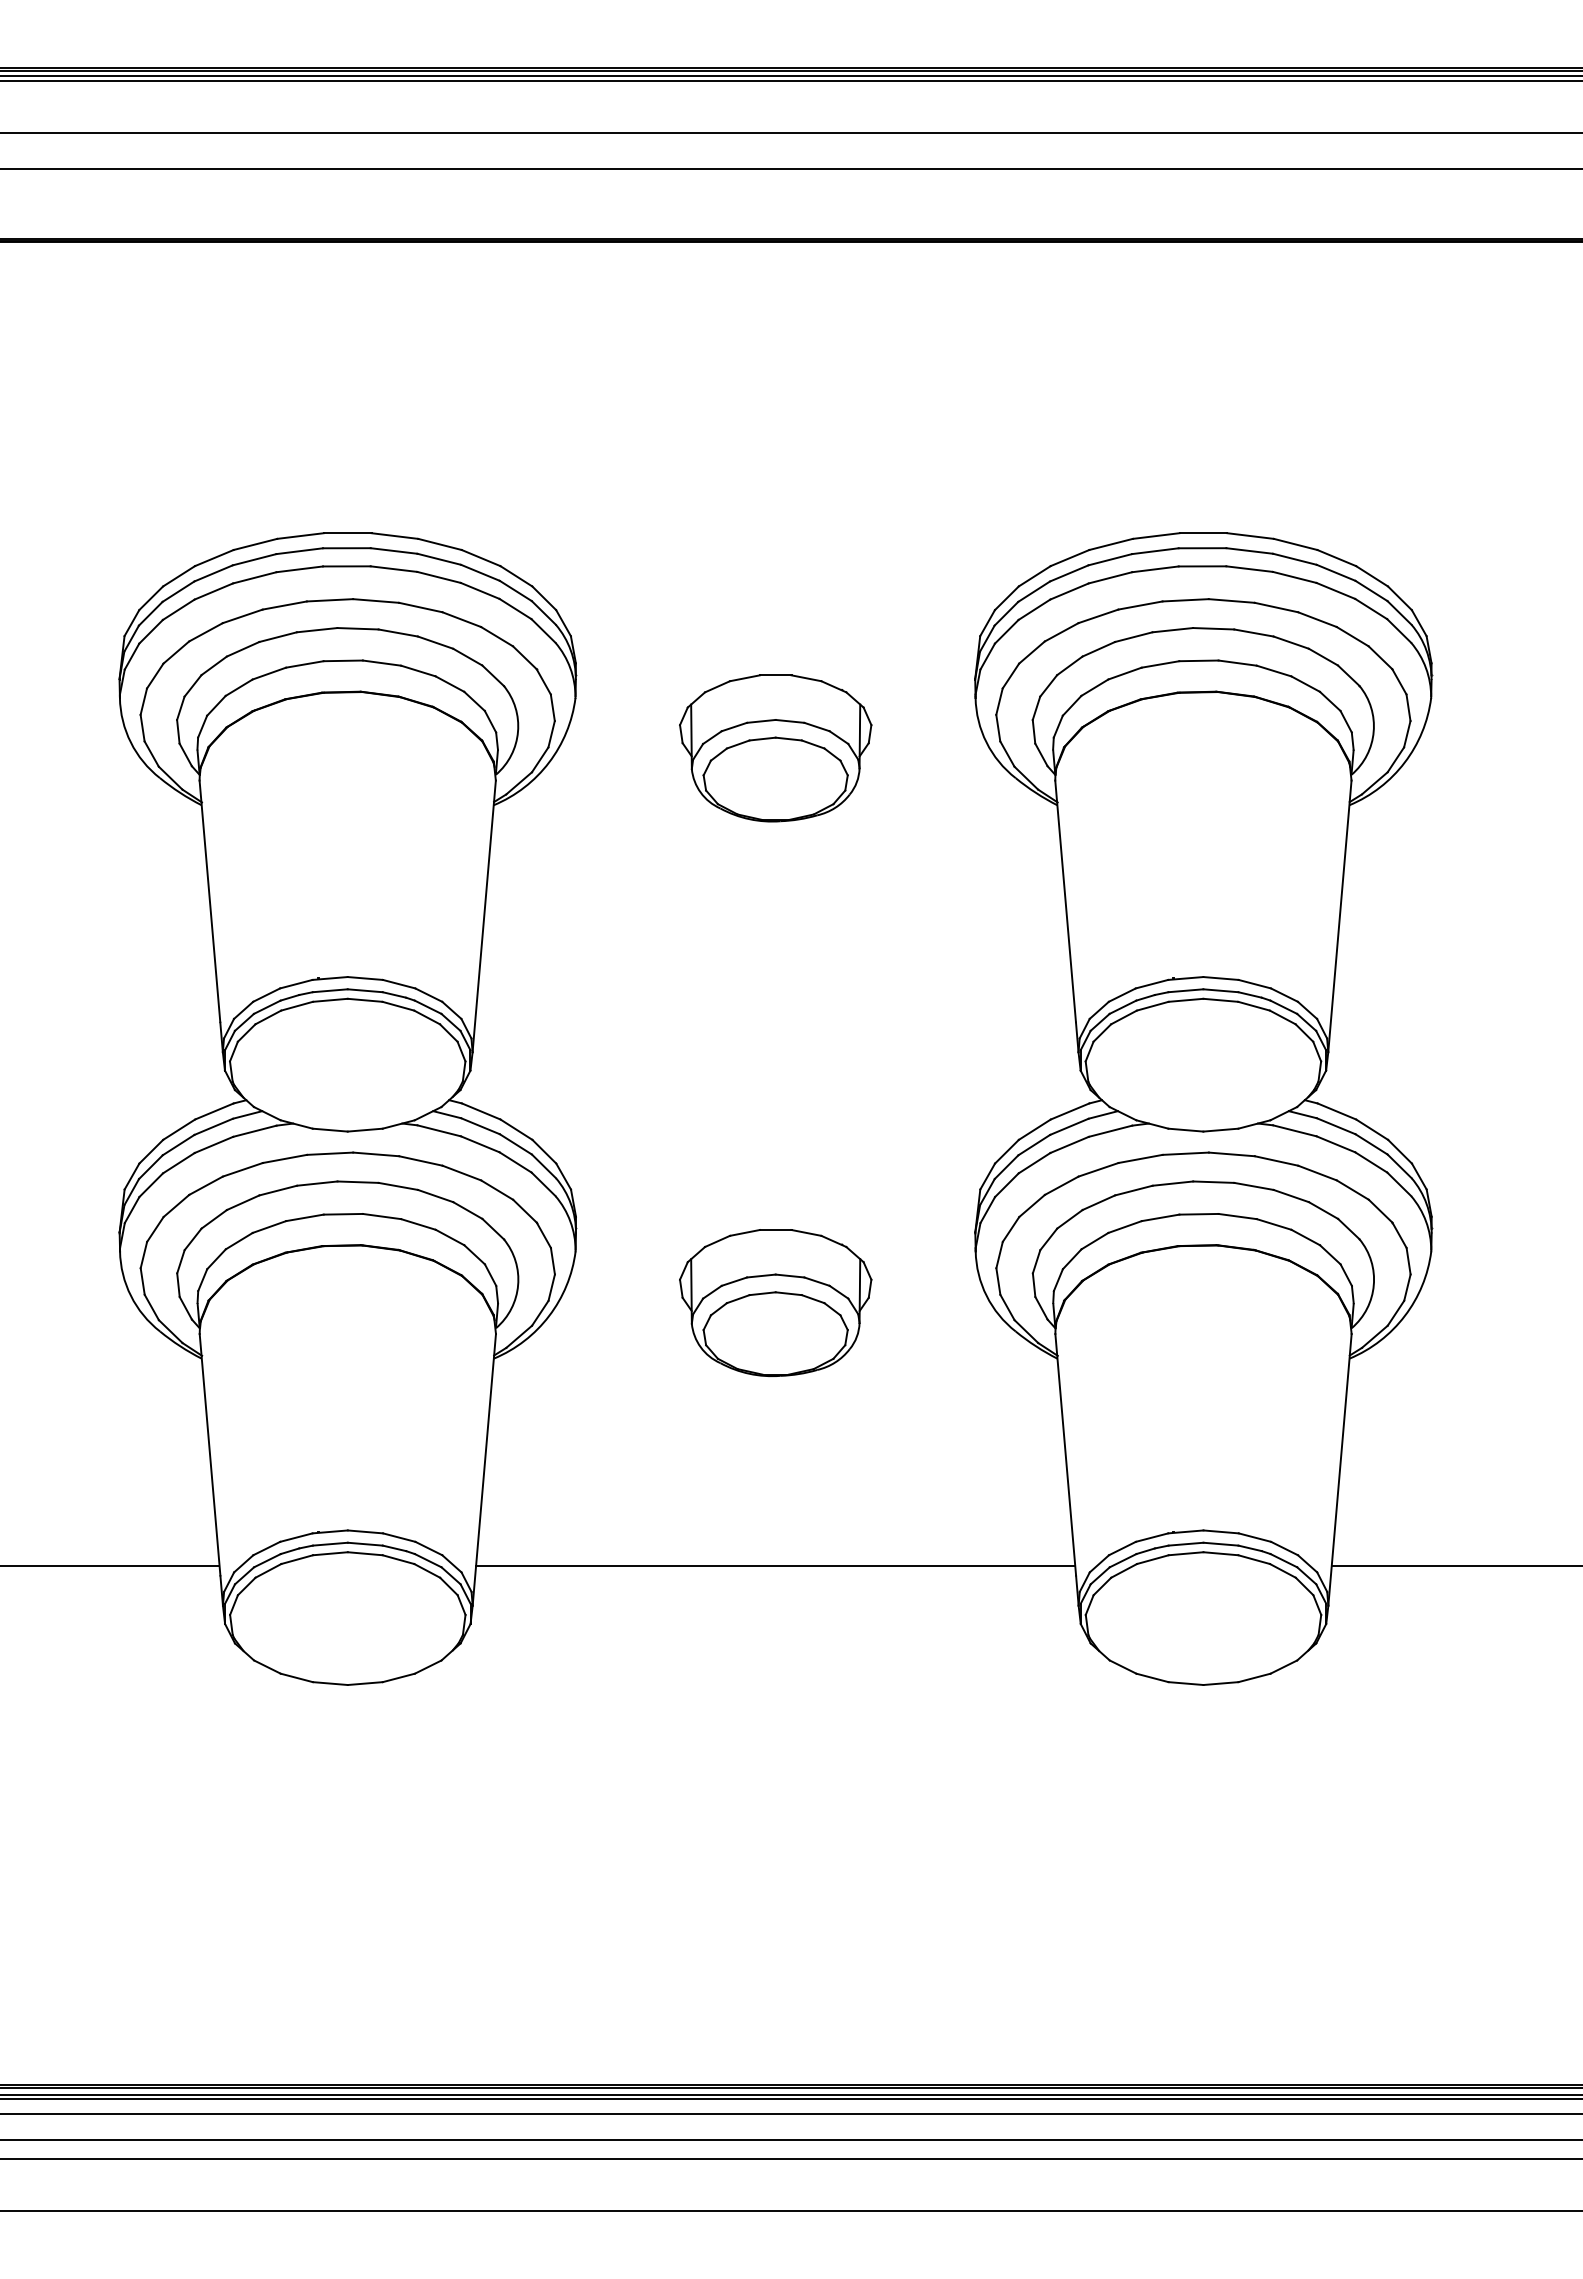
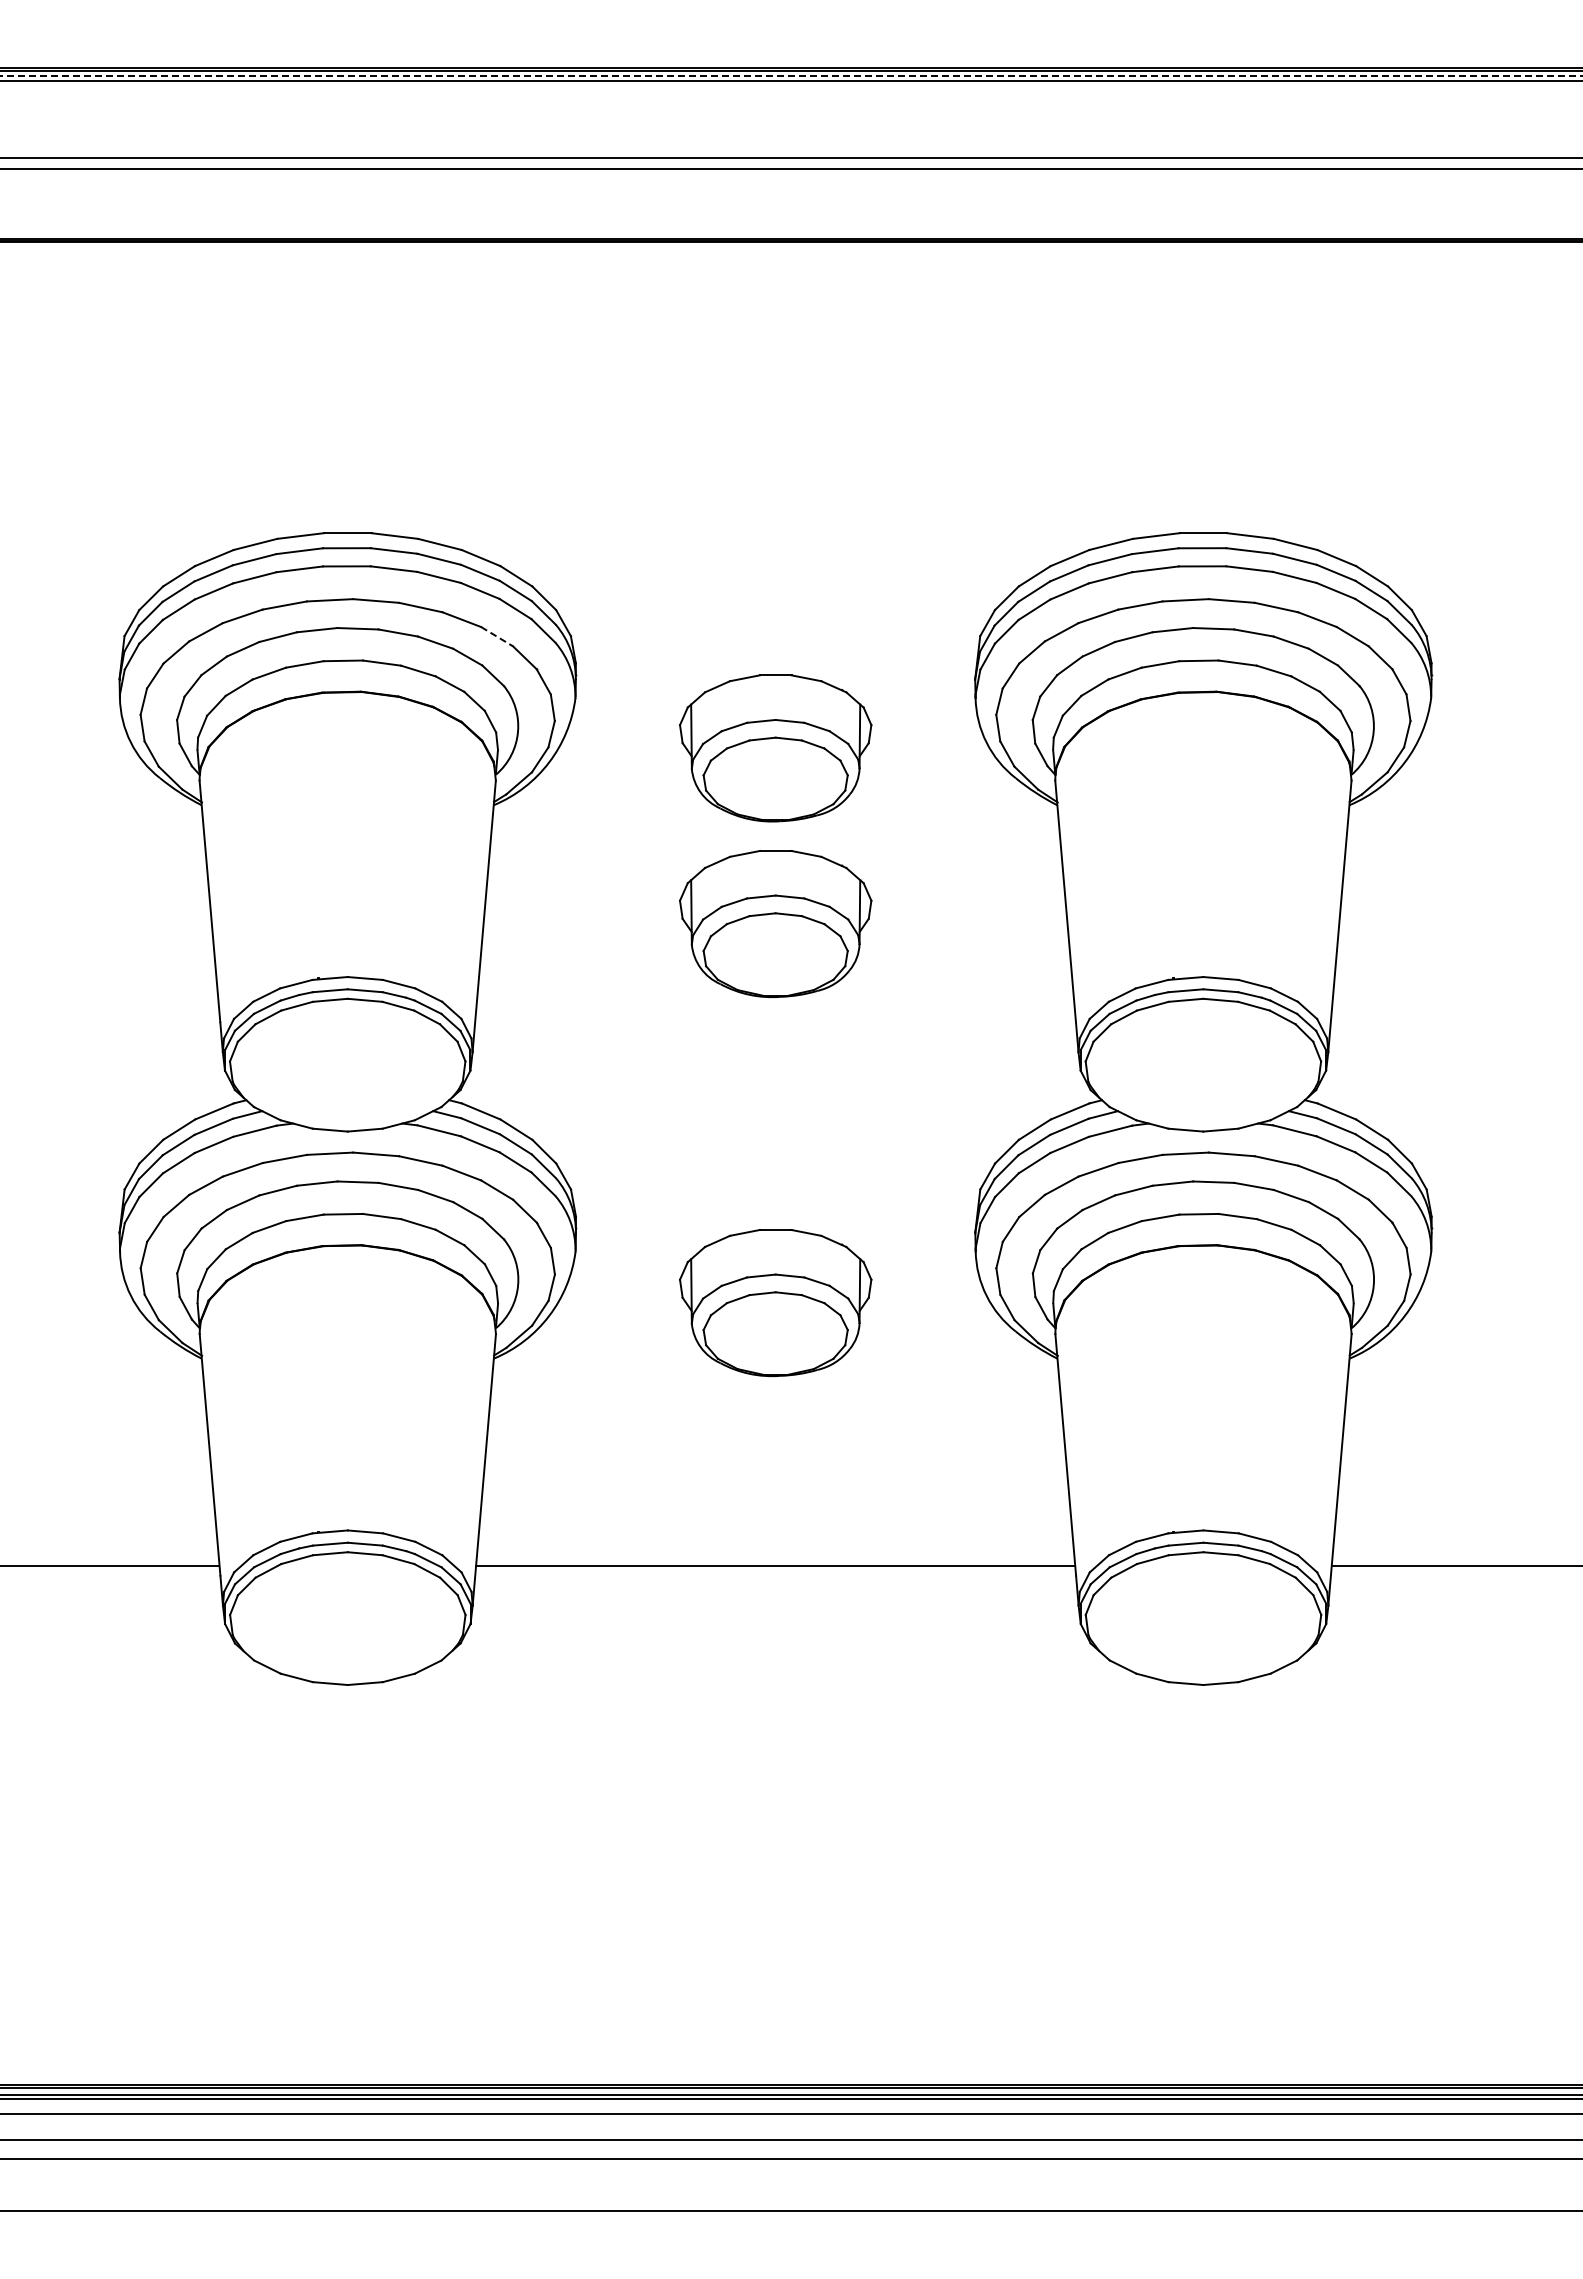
line at (792, 75): solid -> dashed
line at (790, 132) position: (790, 132) -> (790, 157)
line at (497, 636): solid -> dashed
part at (775, 923): none -> present
